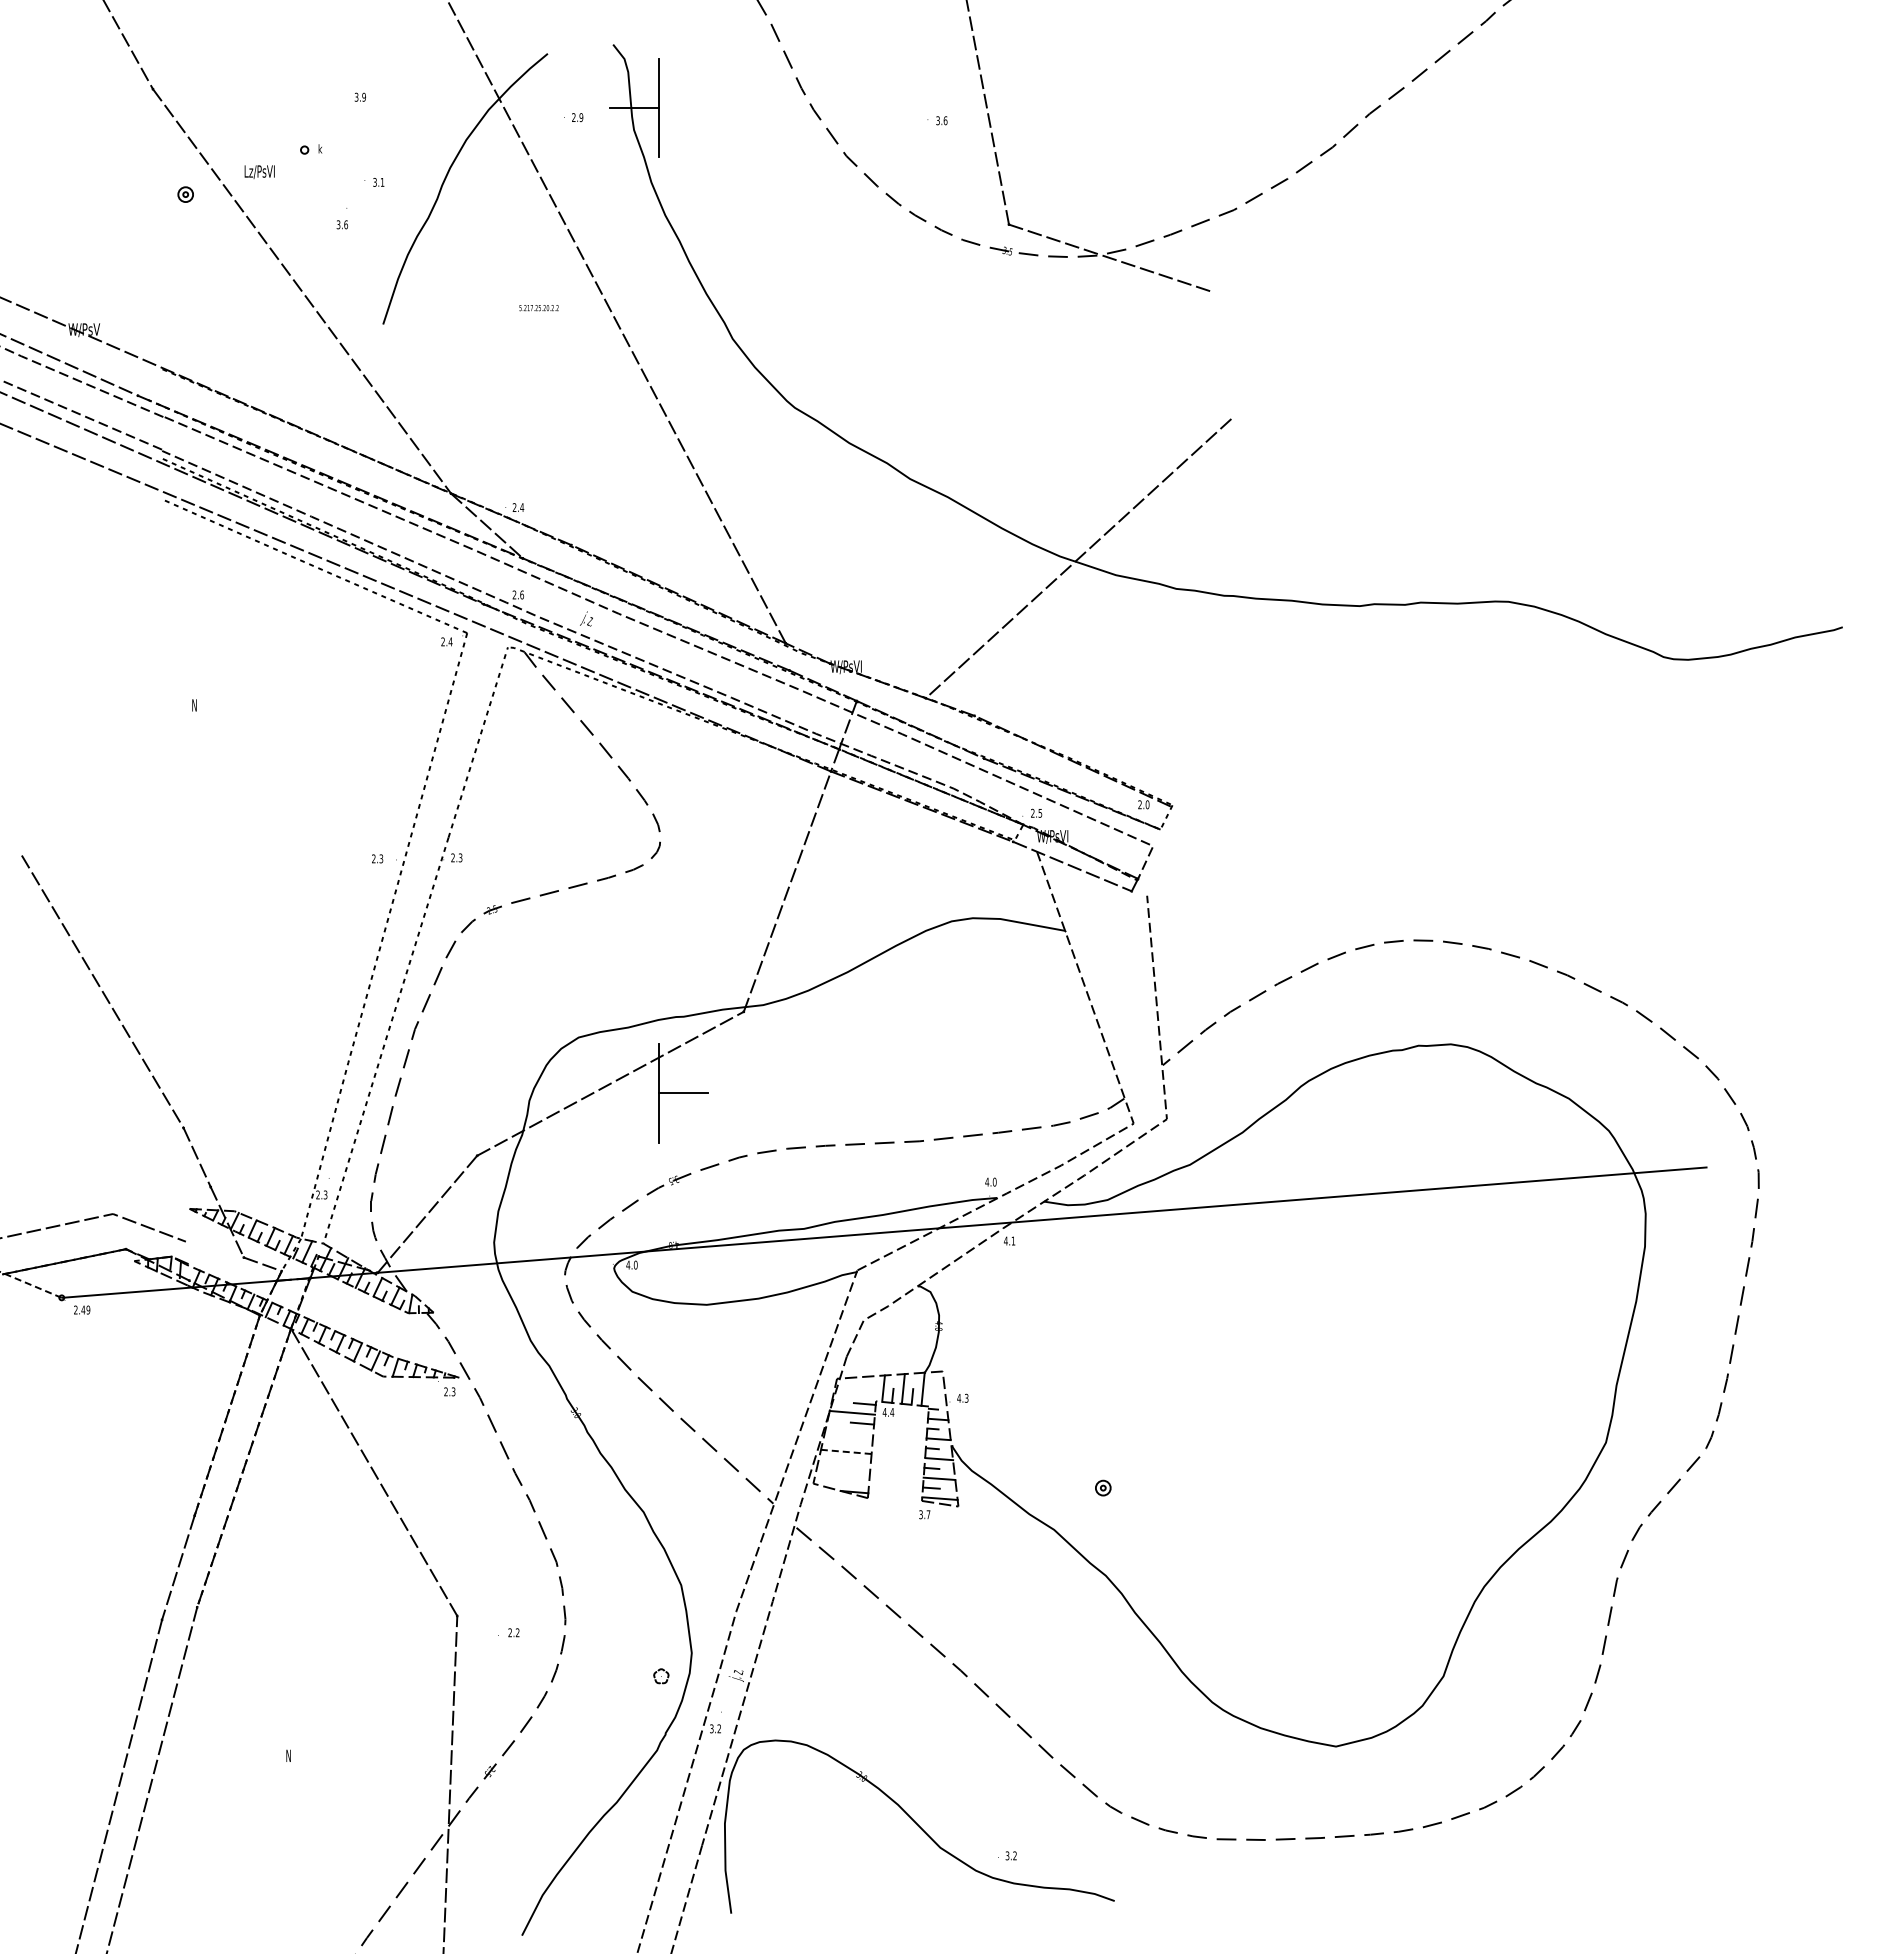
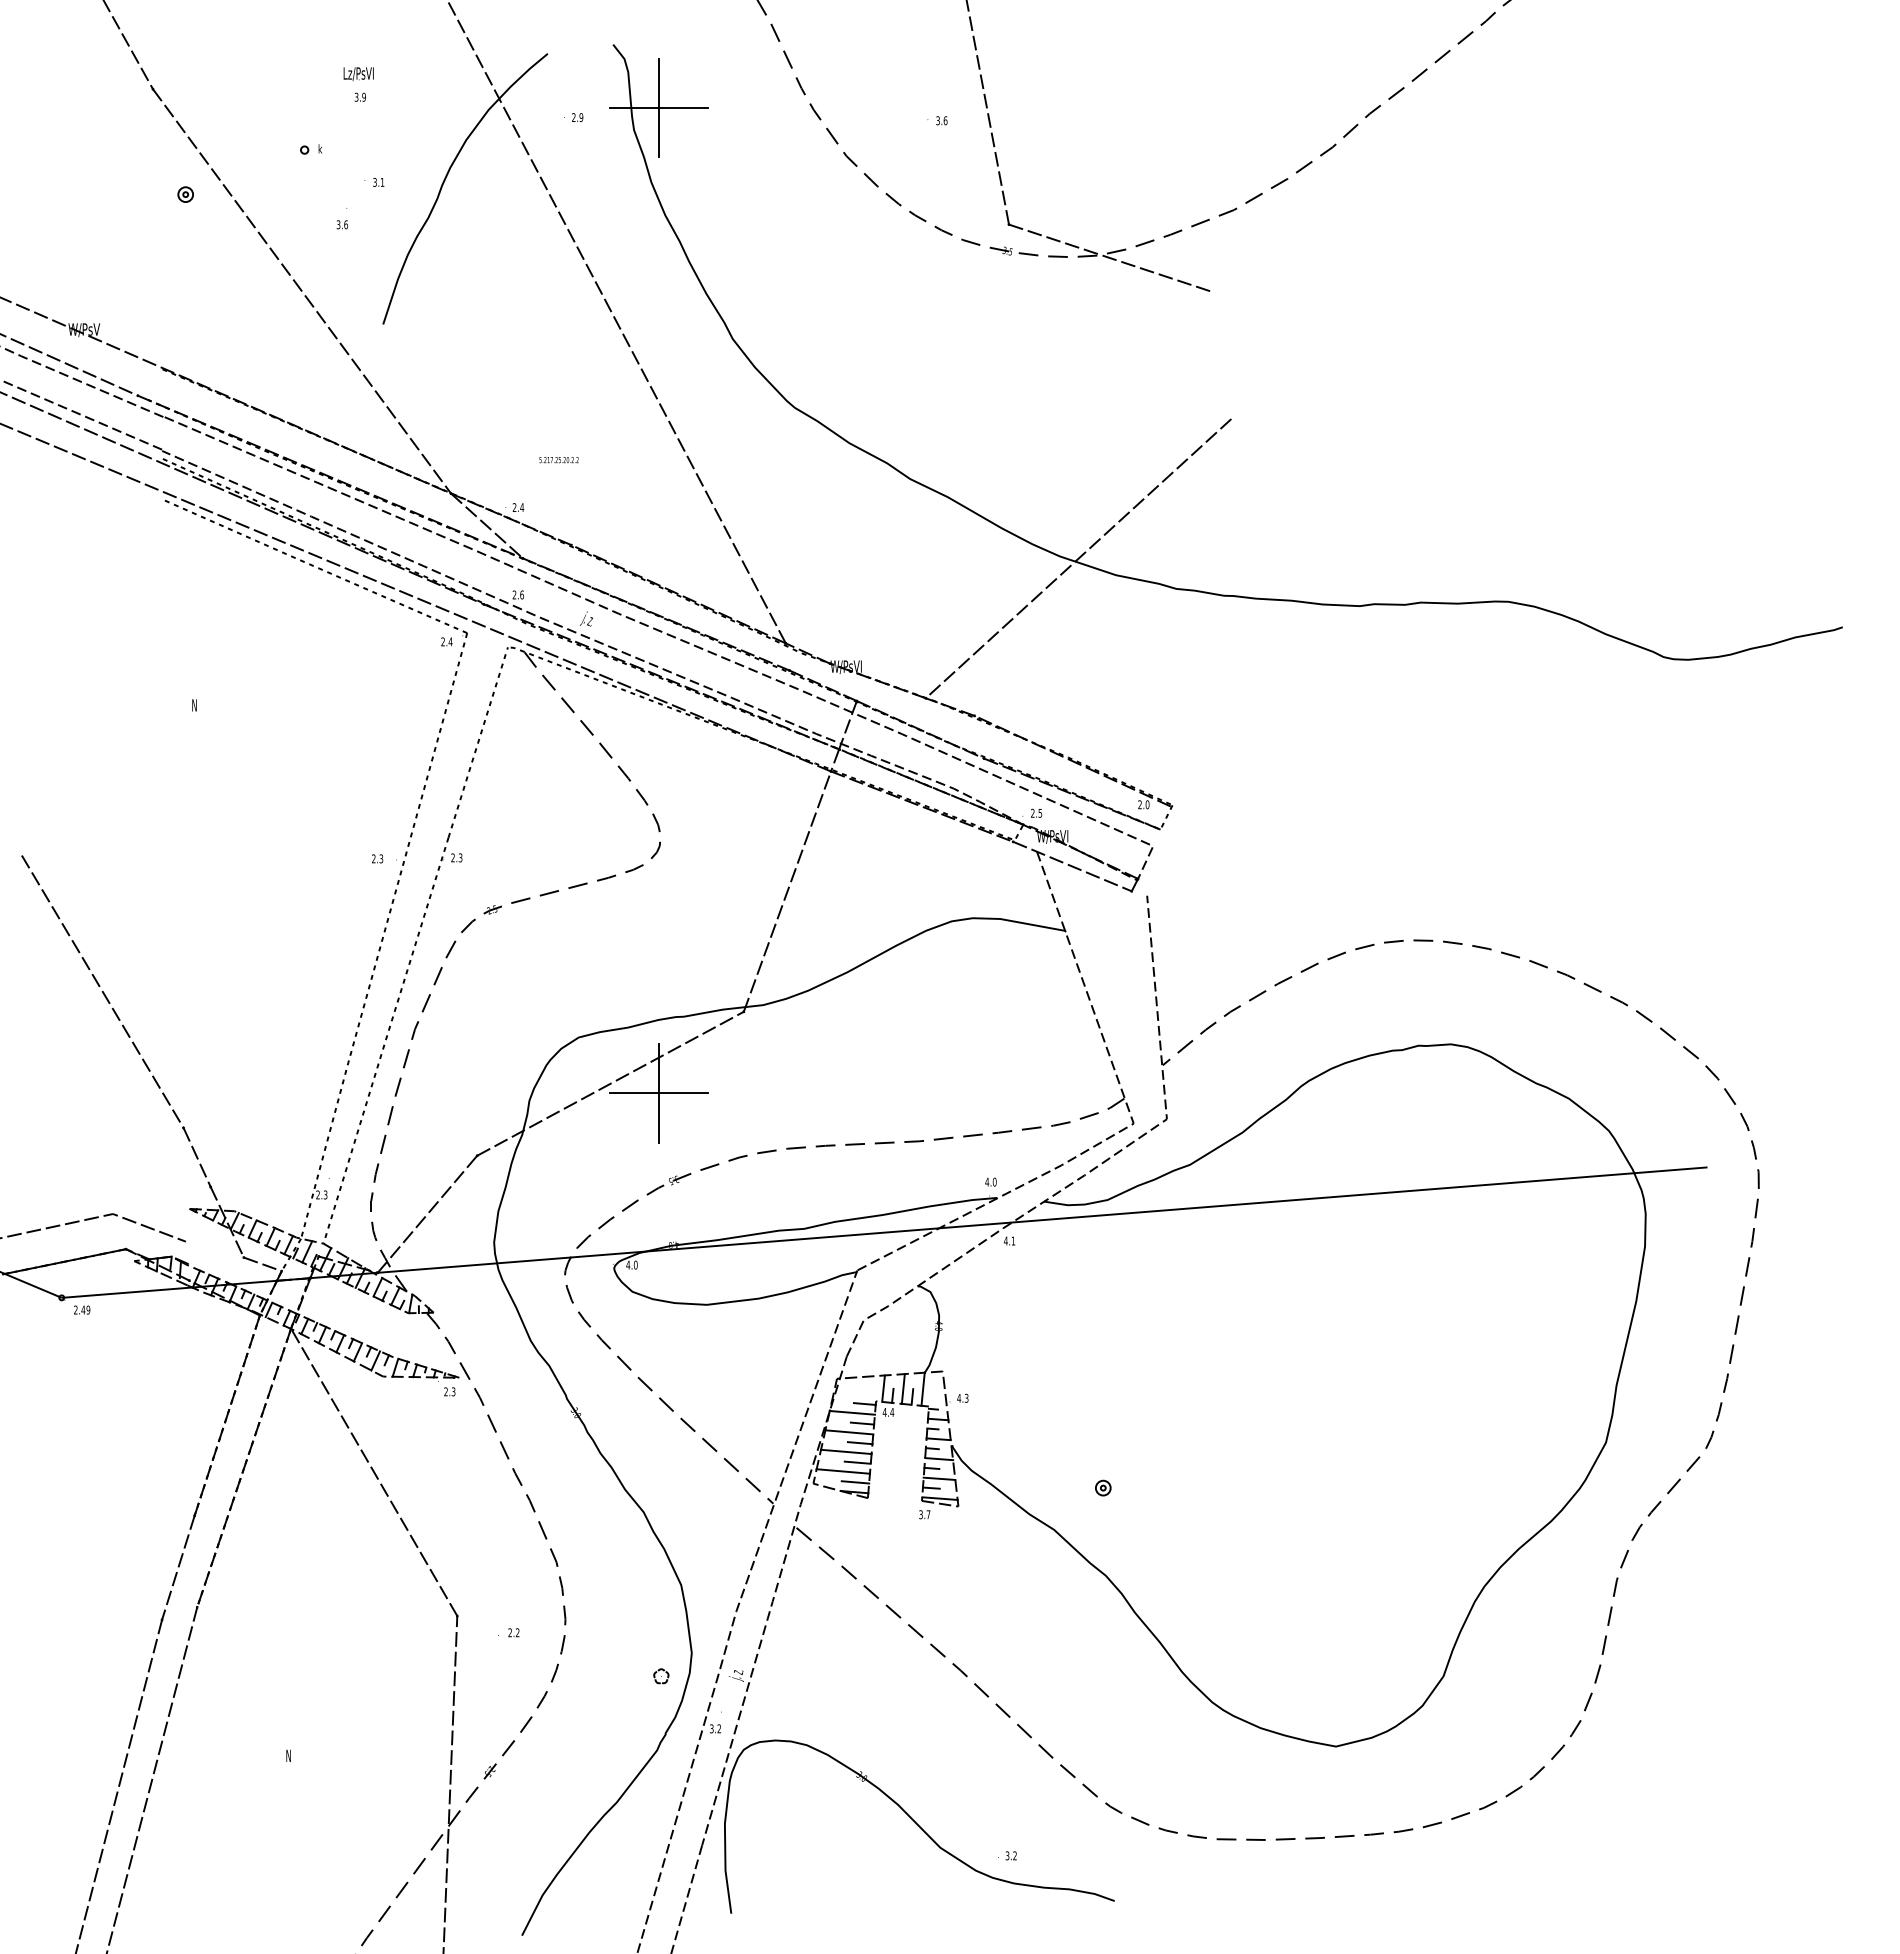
line at (683, 108): none -> present
text at (259, 171) position: (259, 171) -> (358, 73)
text at (538, 308) position: (538, 308) -> (558, 460)
line at (634, 1093): none -> present
line at (30, 1284): dashed -> solid
line at (849, 1432): none -> present
line at (859, 1443): none -> present
line at (845, 1451): dashed -> solid
line at (857, 1462): none -> present
line at (842, 1471): none -> present
line at (855, 1482): none -> present
